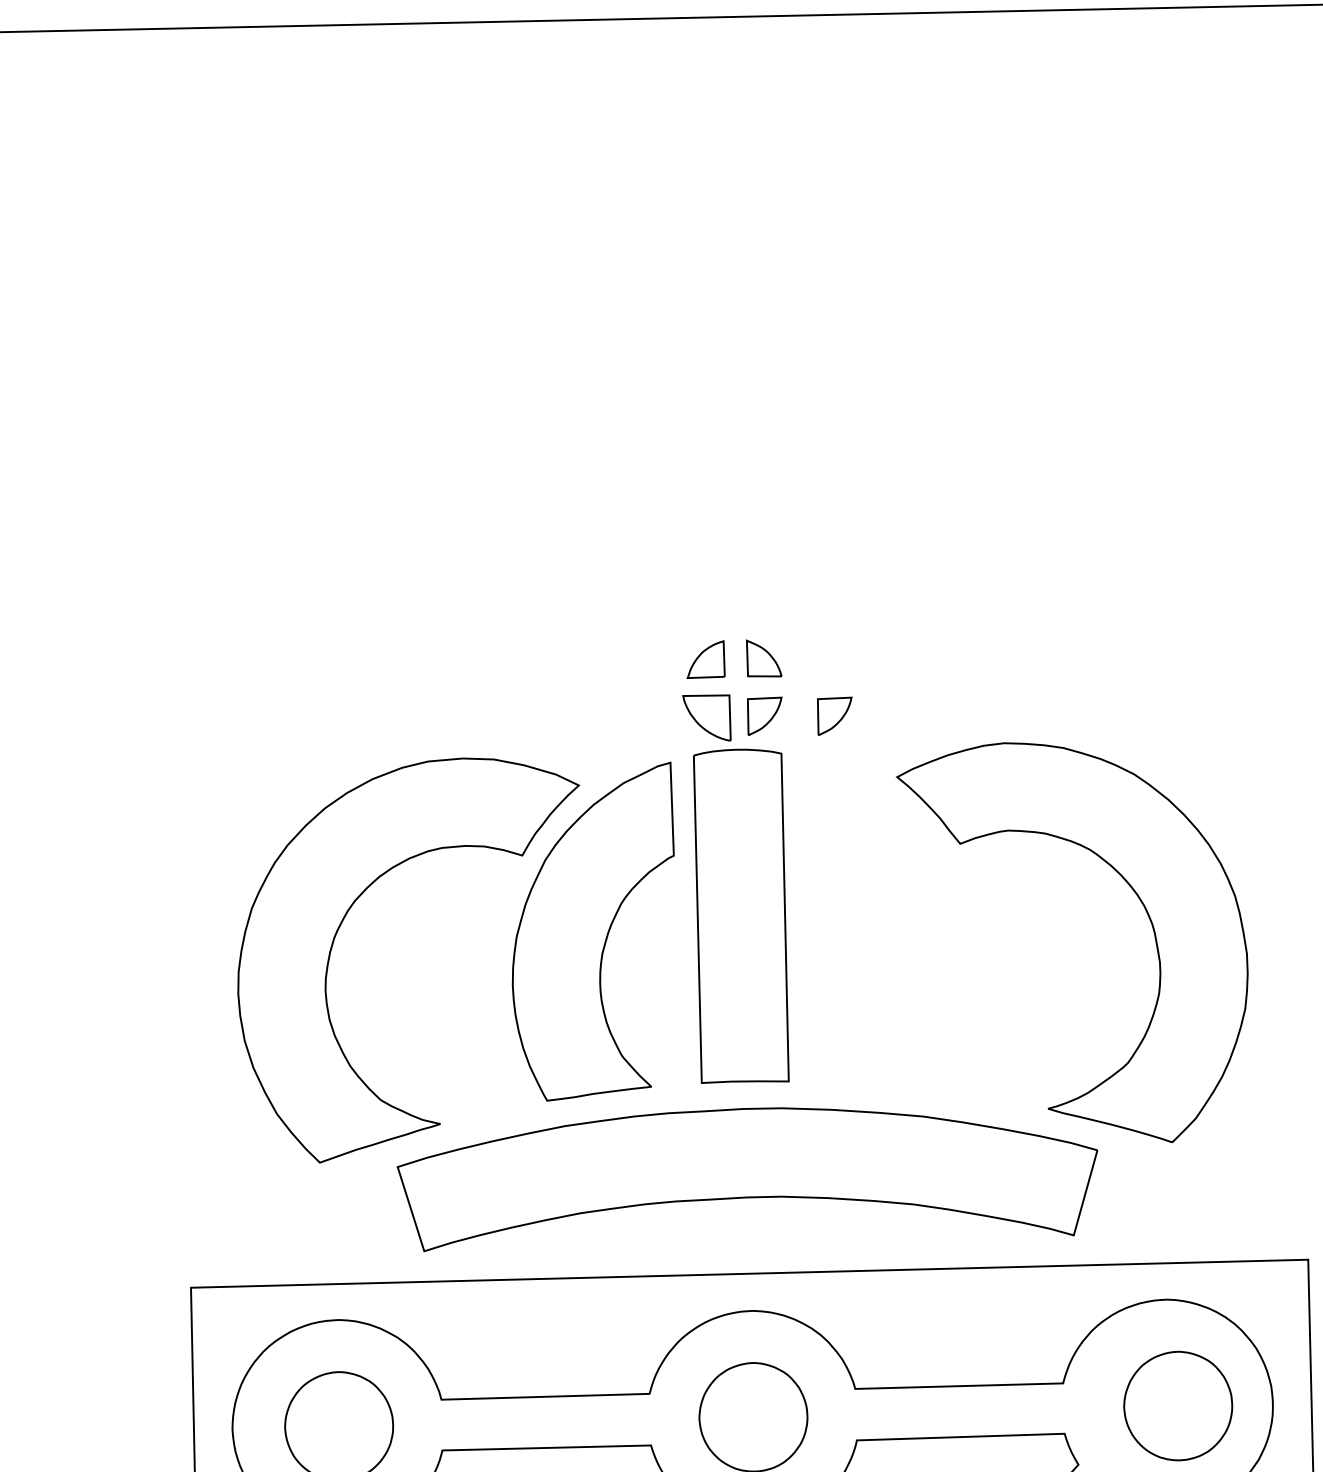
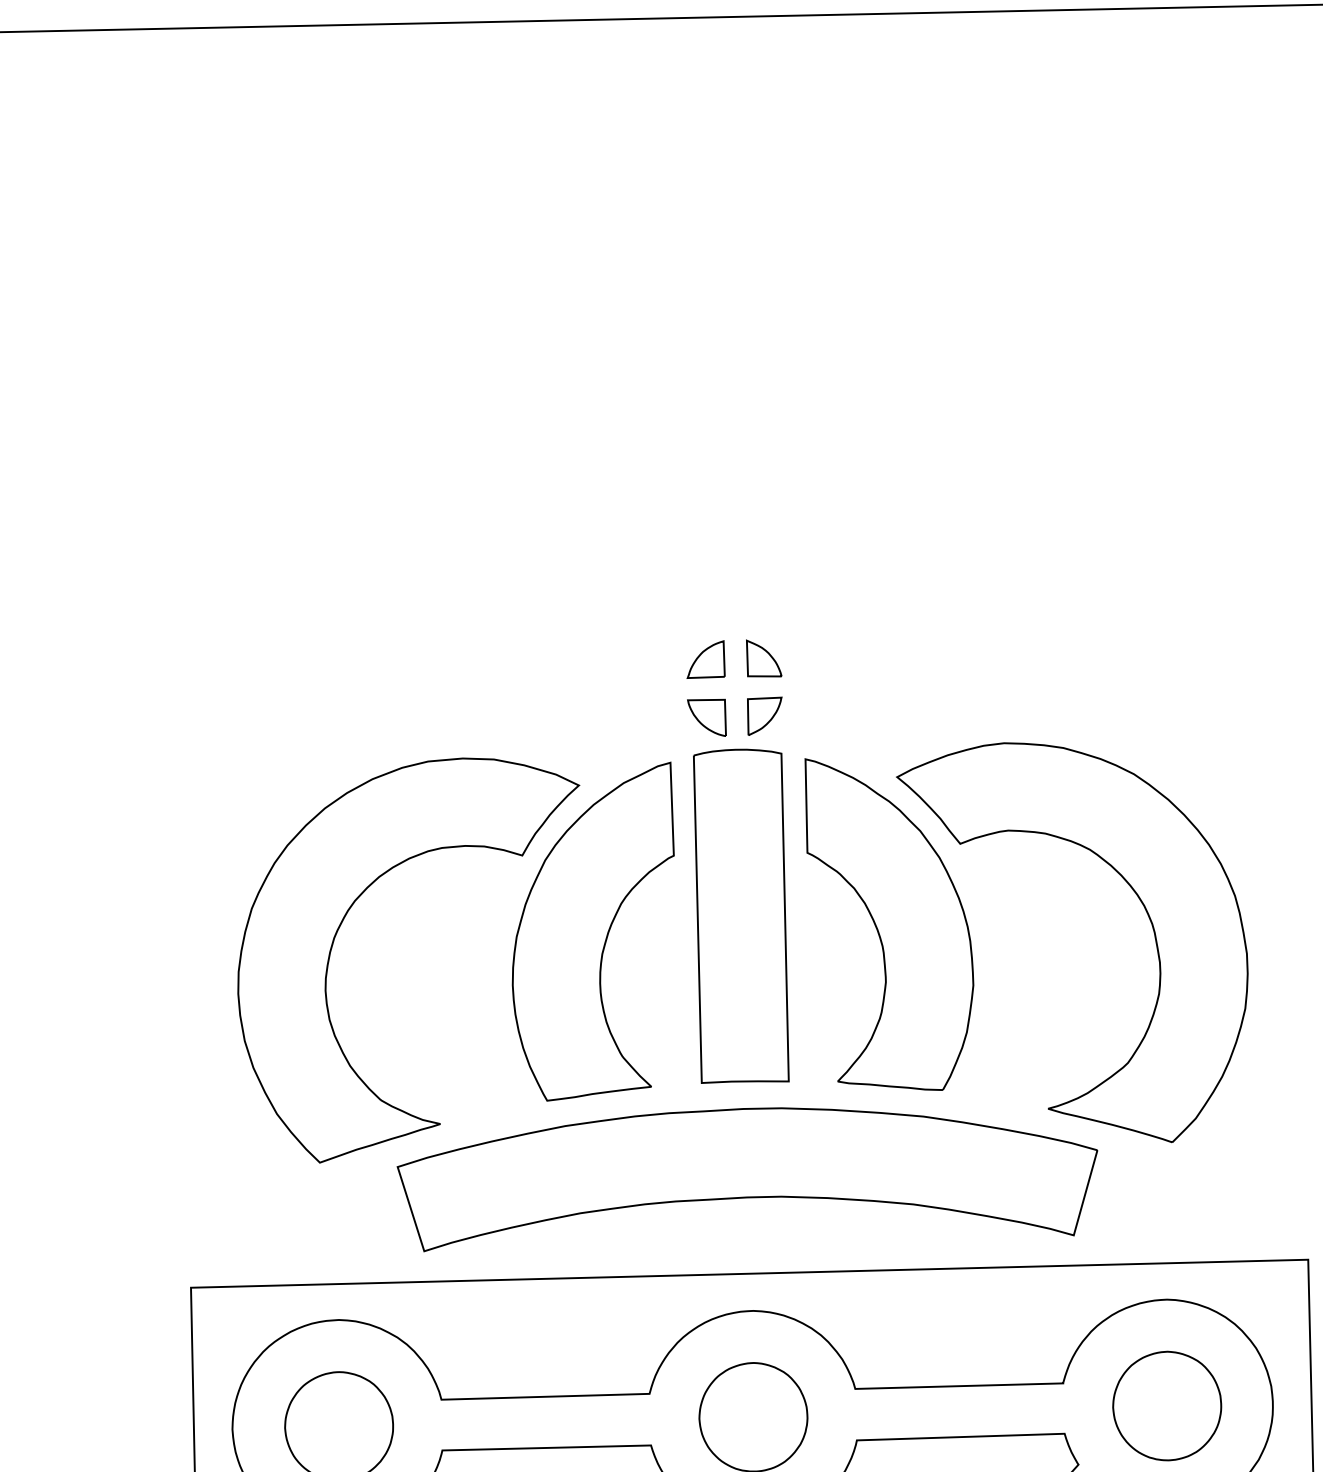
part at (834, 715): present -> none
part at (706, 717) size: 50x48 px -> 40x39 px
part at (889, 924): none -> present
part at (1178, 1405) position: (1178, 1405) -> (1167, 1405)
